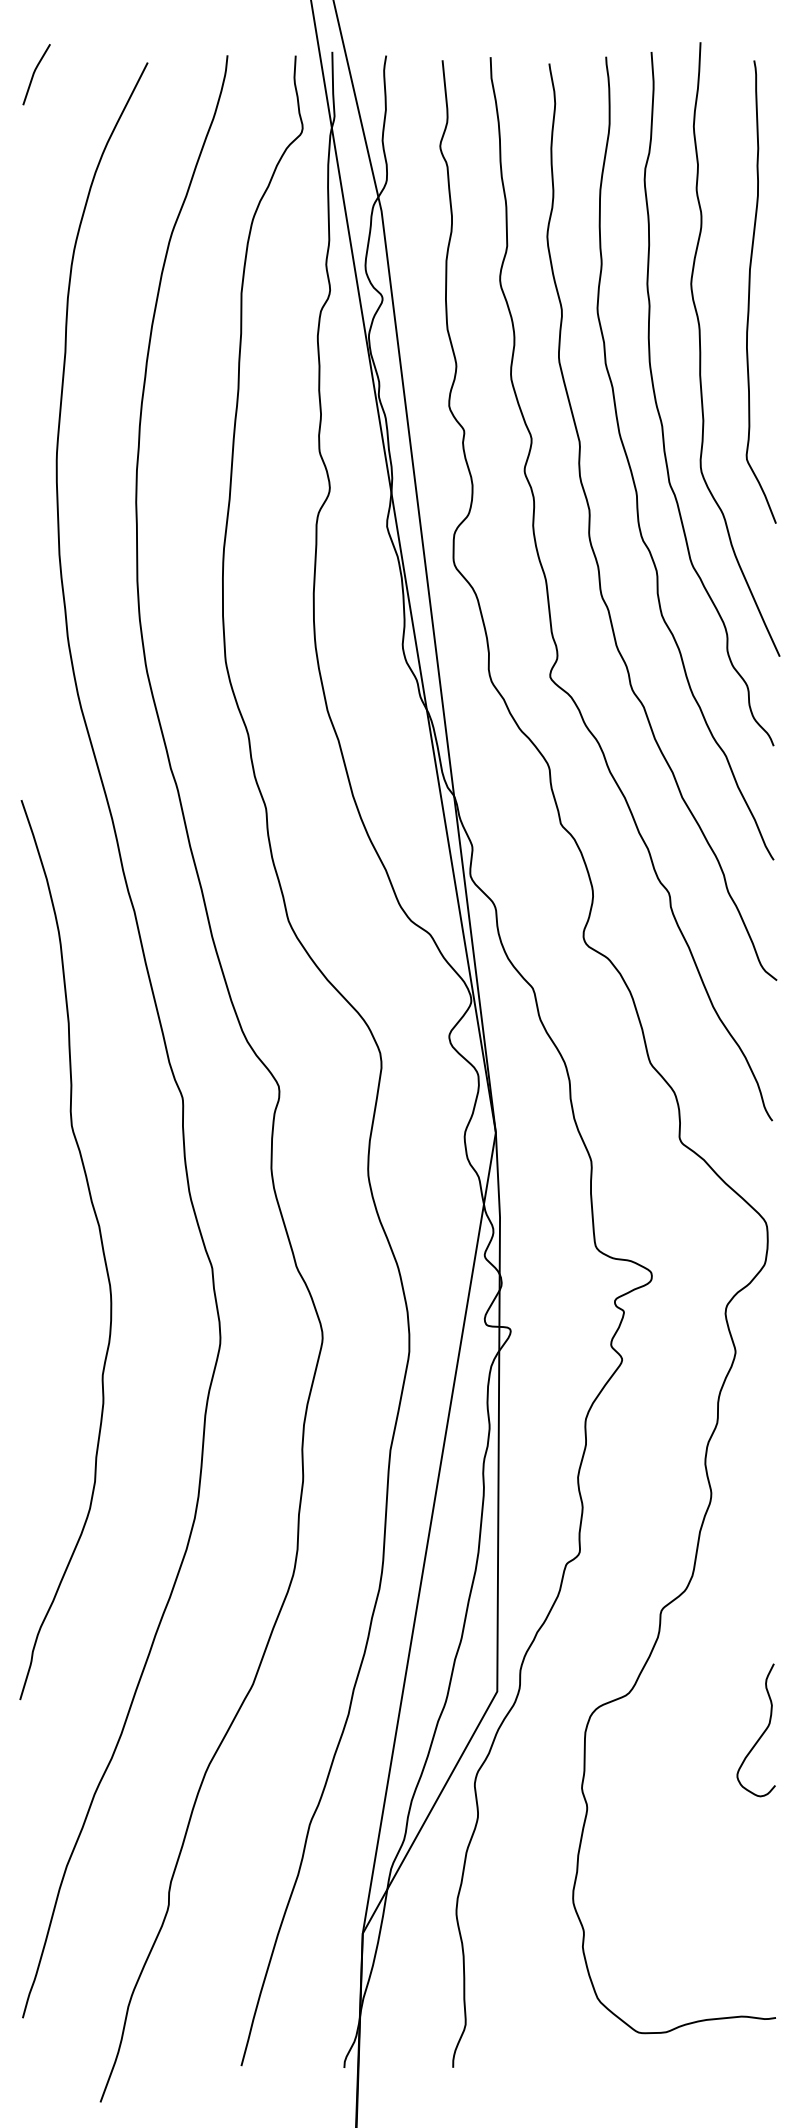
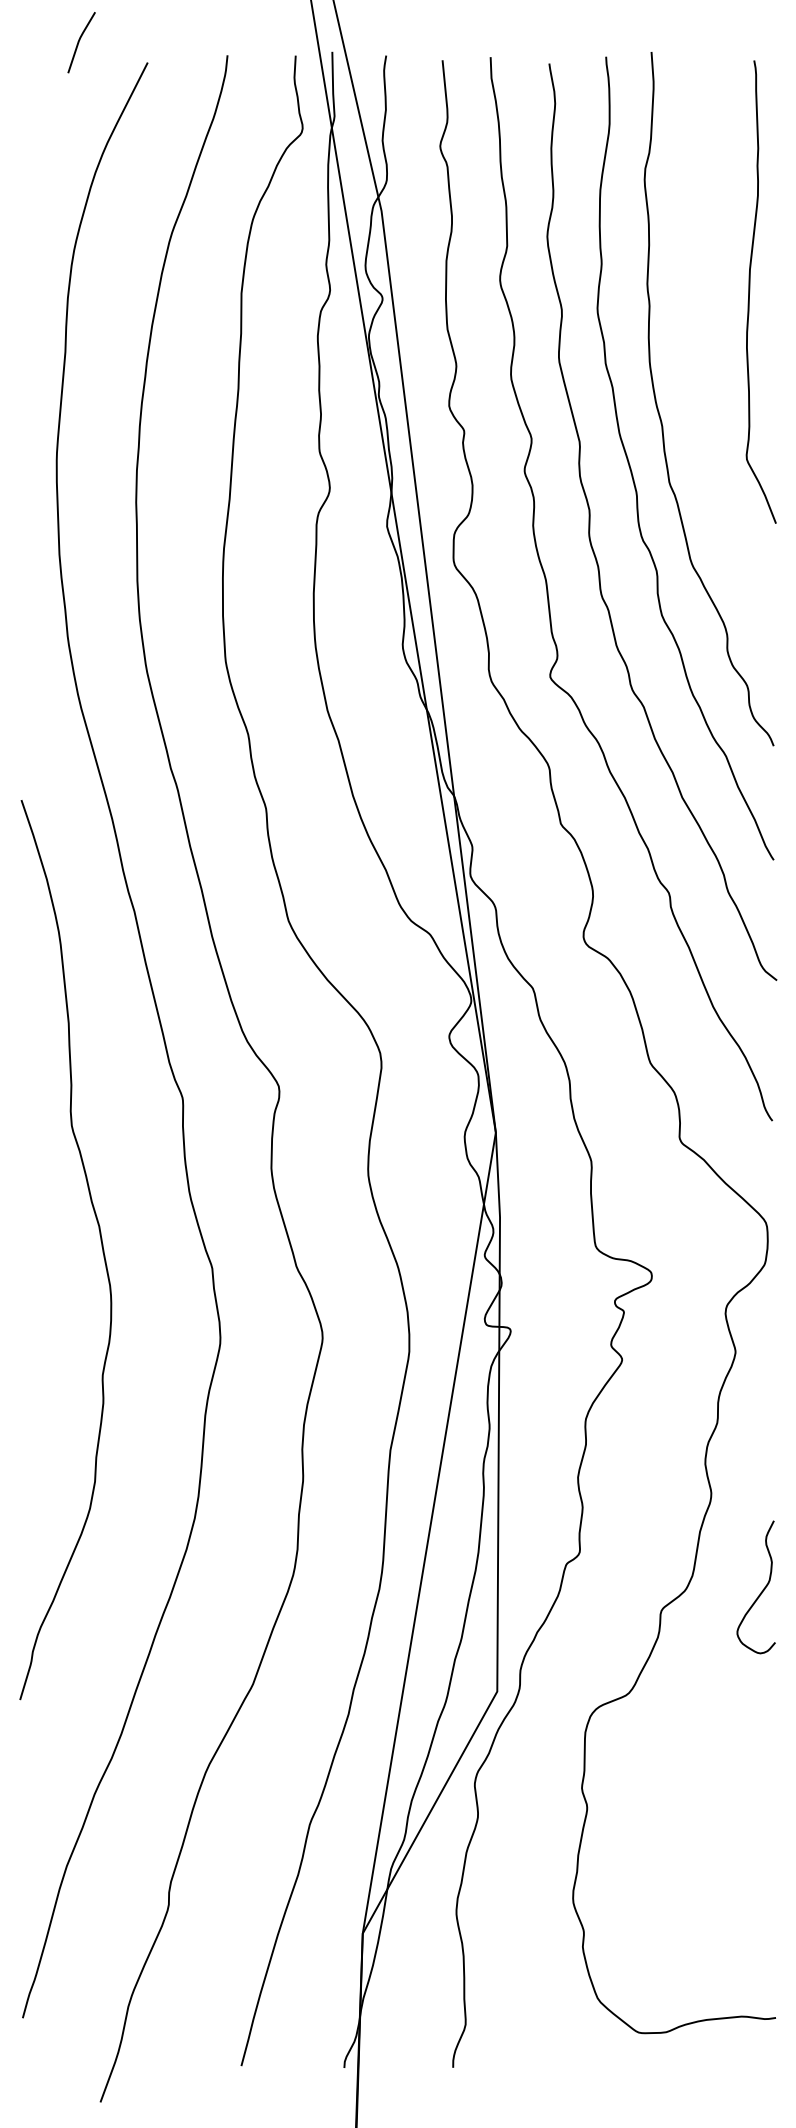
line at (34, 74) position: (34, 74) -> (79, 42)
curve at (701, 349): present -> none
curve at (760, 1735) position: (760, 1735) -> (760, 1592)
